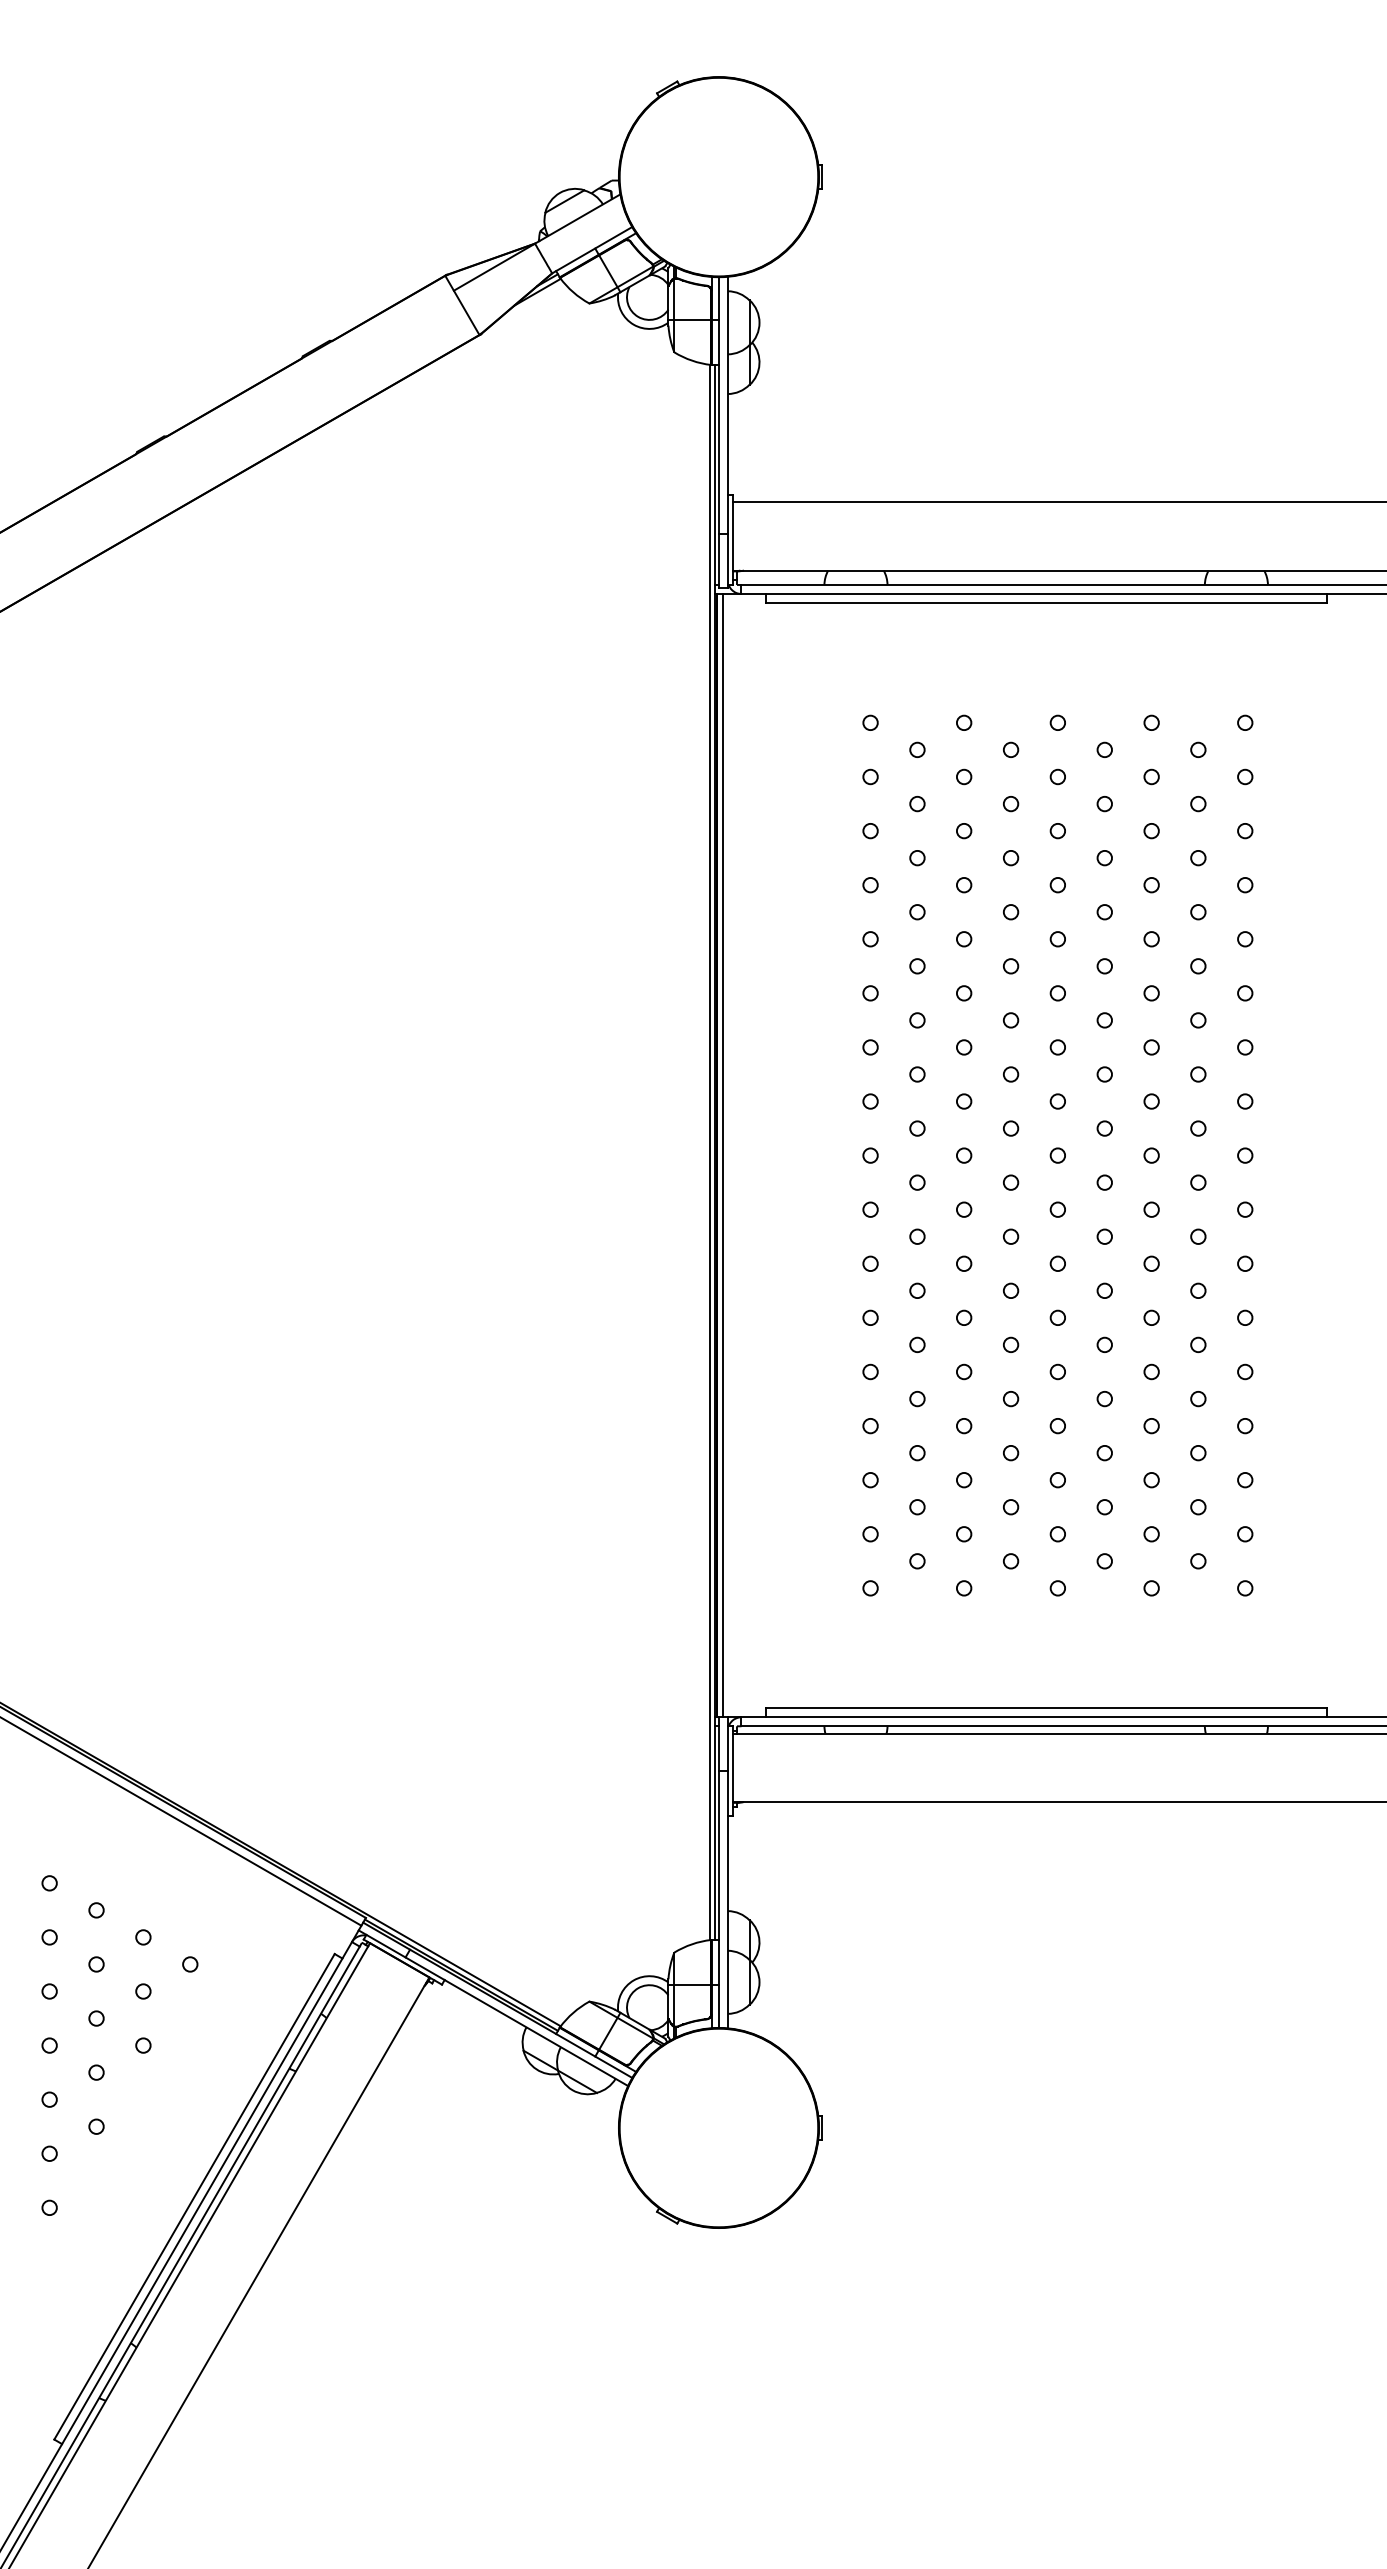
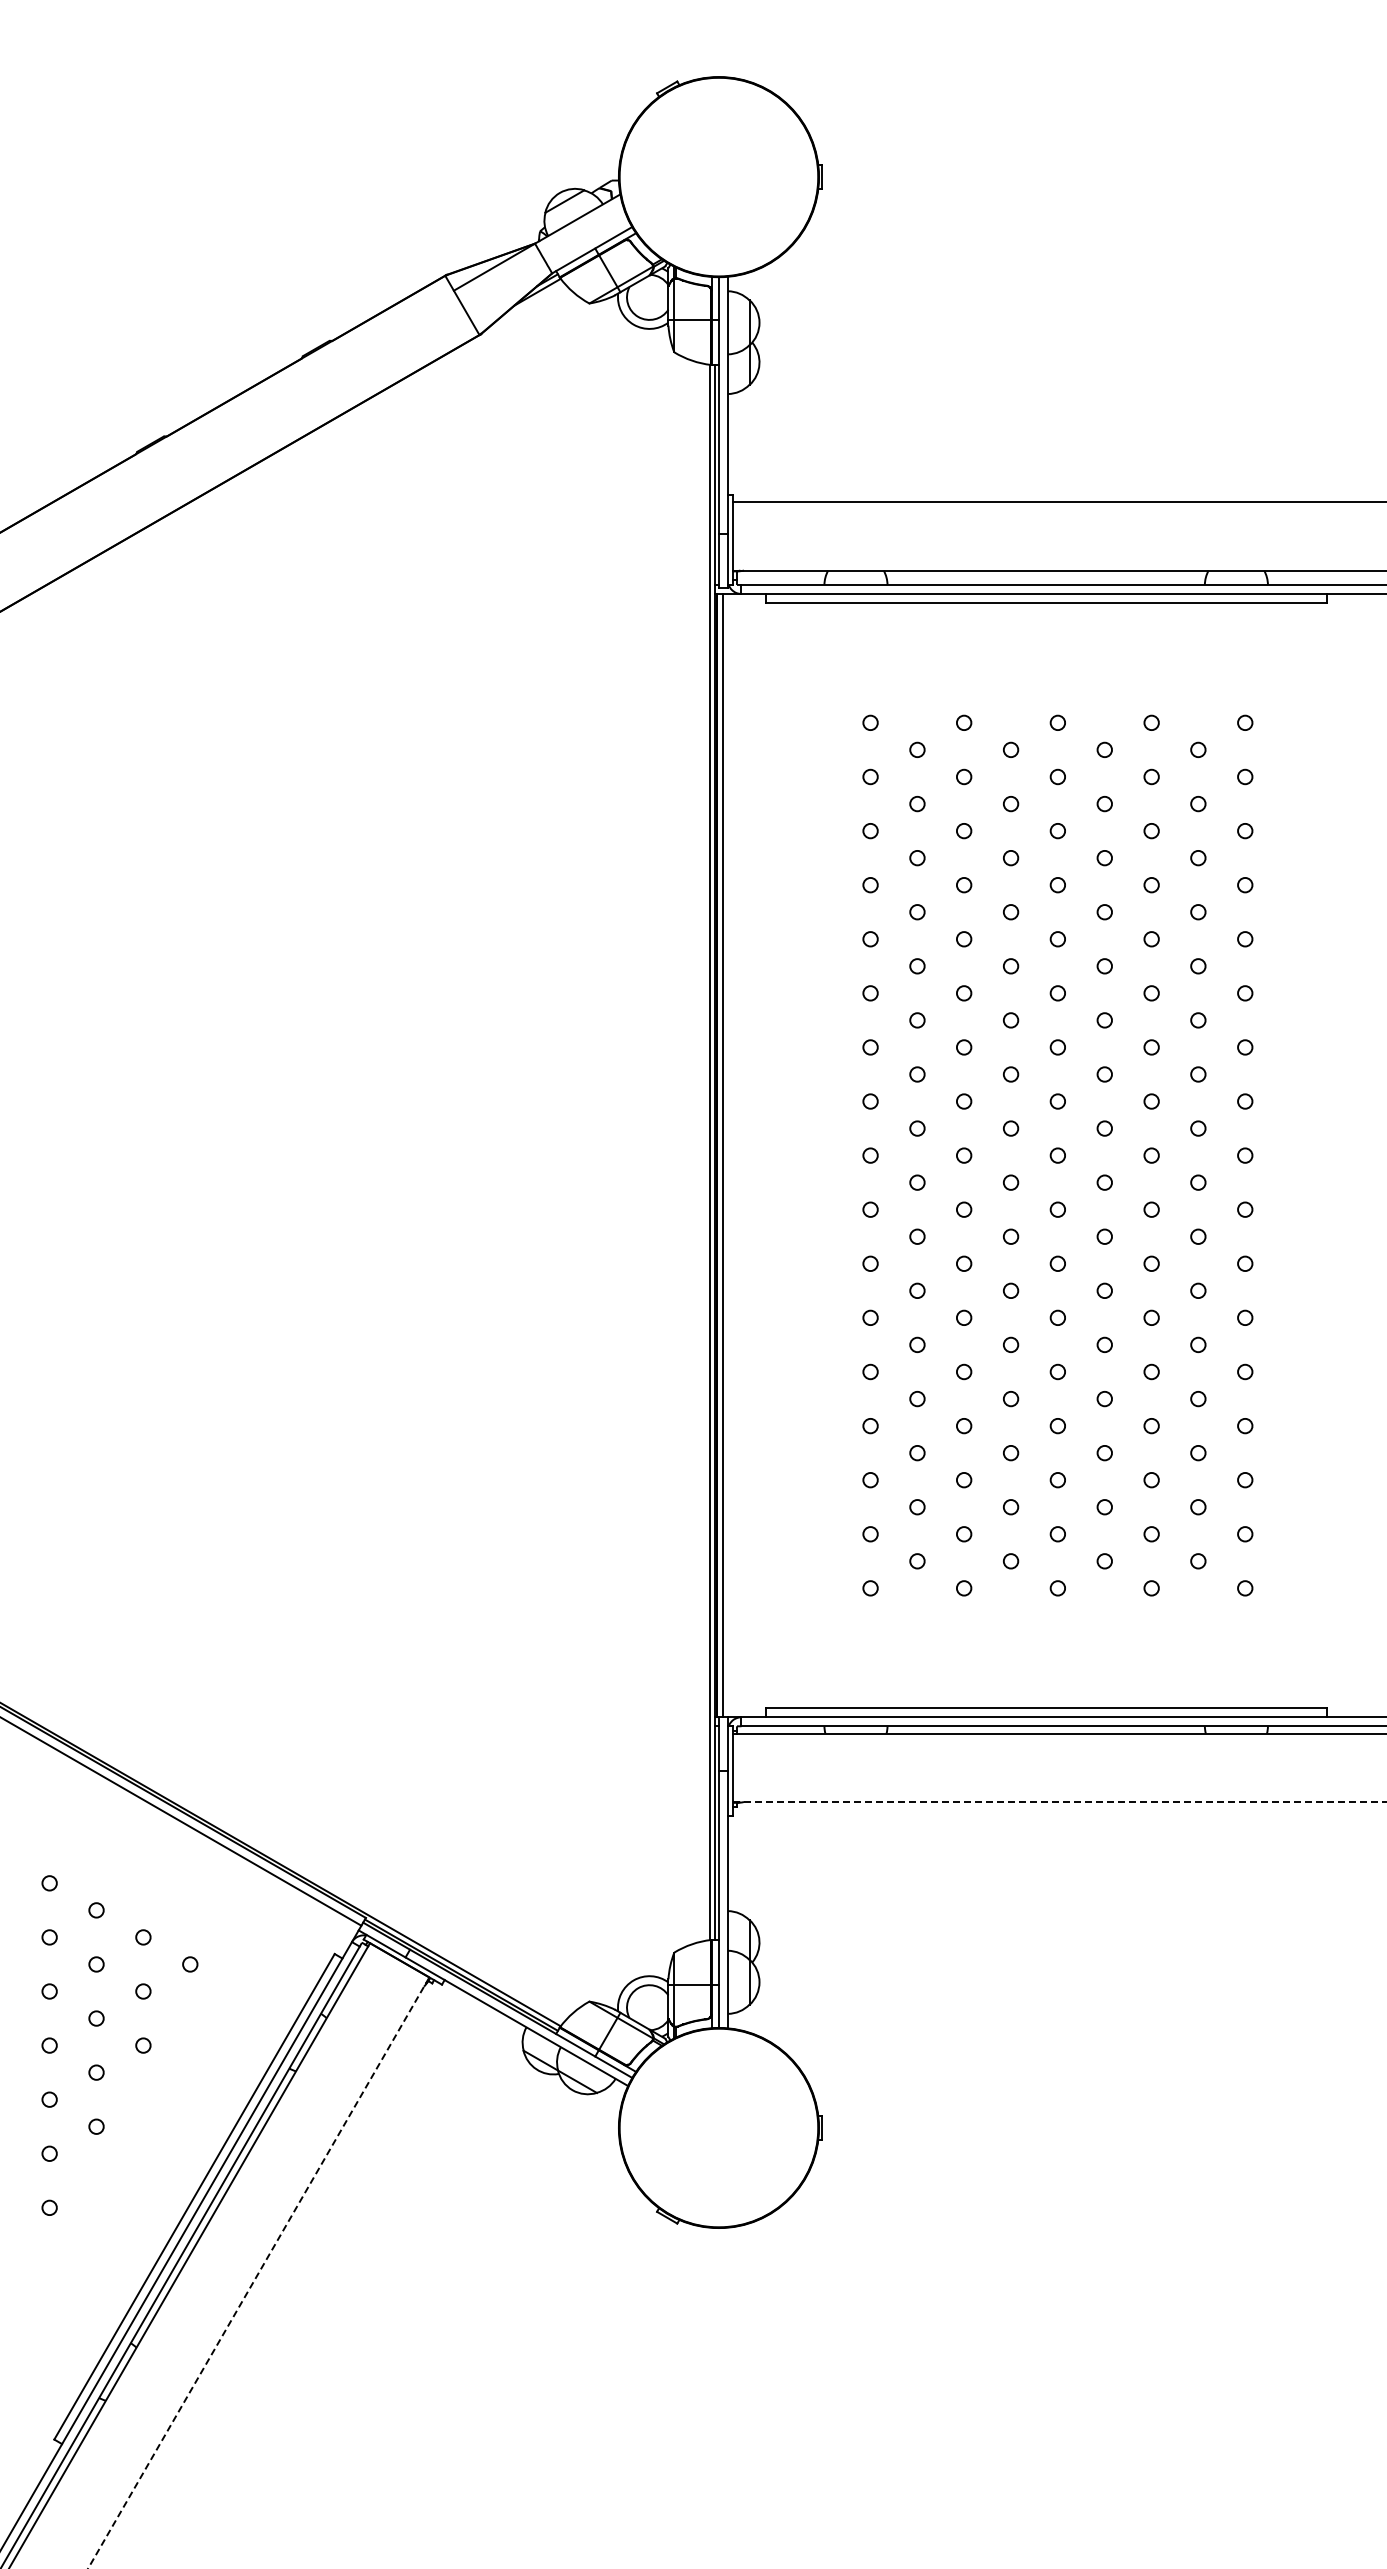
line at (1060, 1802): solid -> dashed
line at (258, 2273): solid -> dashed
